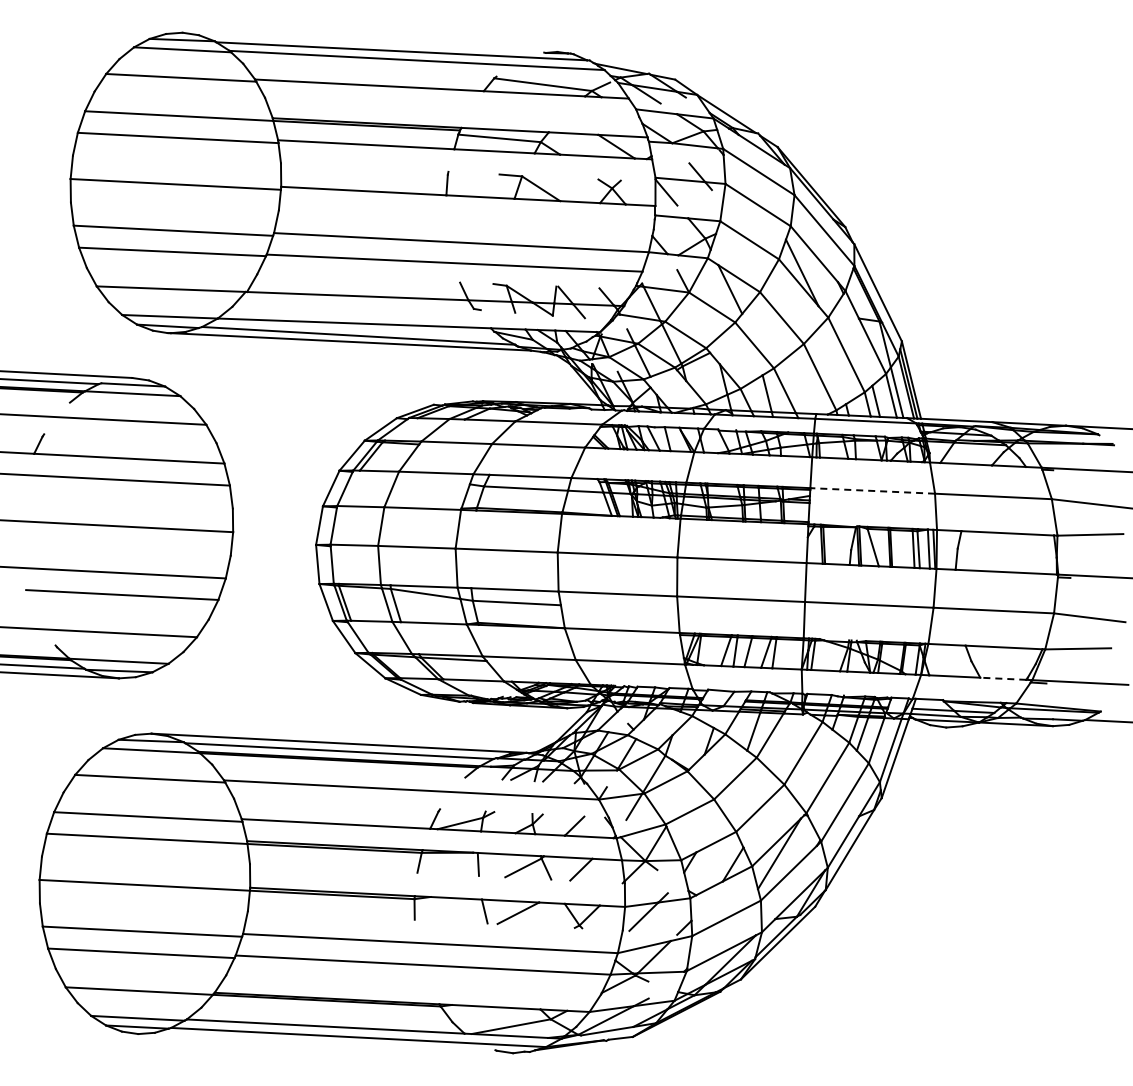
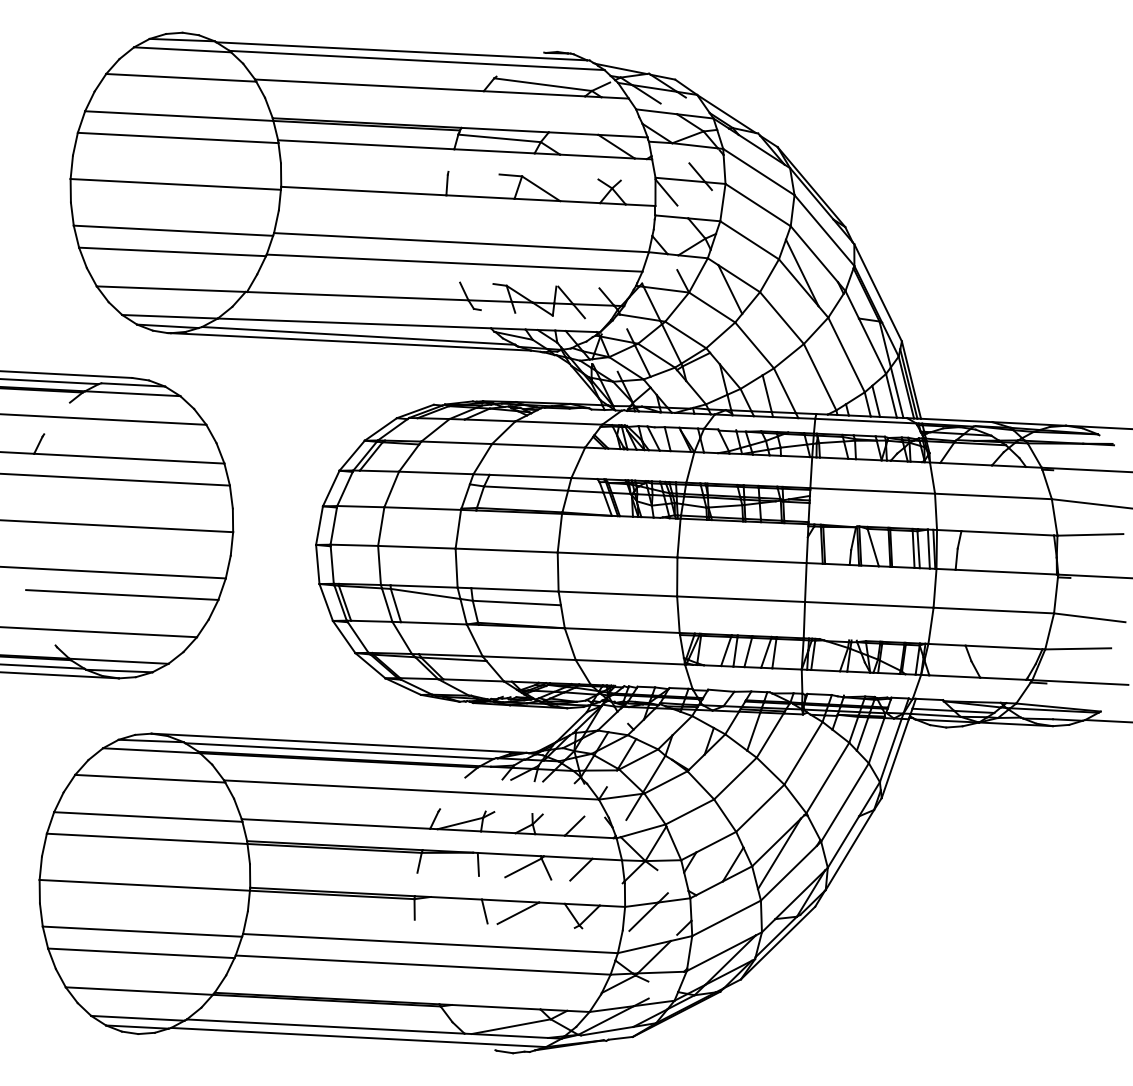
line at (872, 490): dashed -> solid
line at (1002, 678): dashed -> solid
